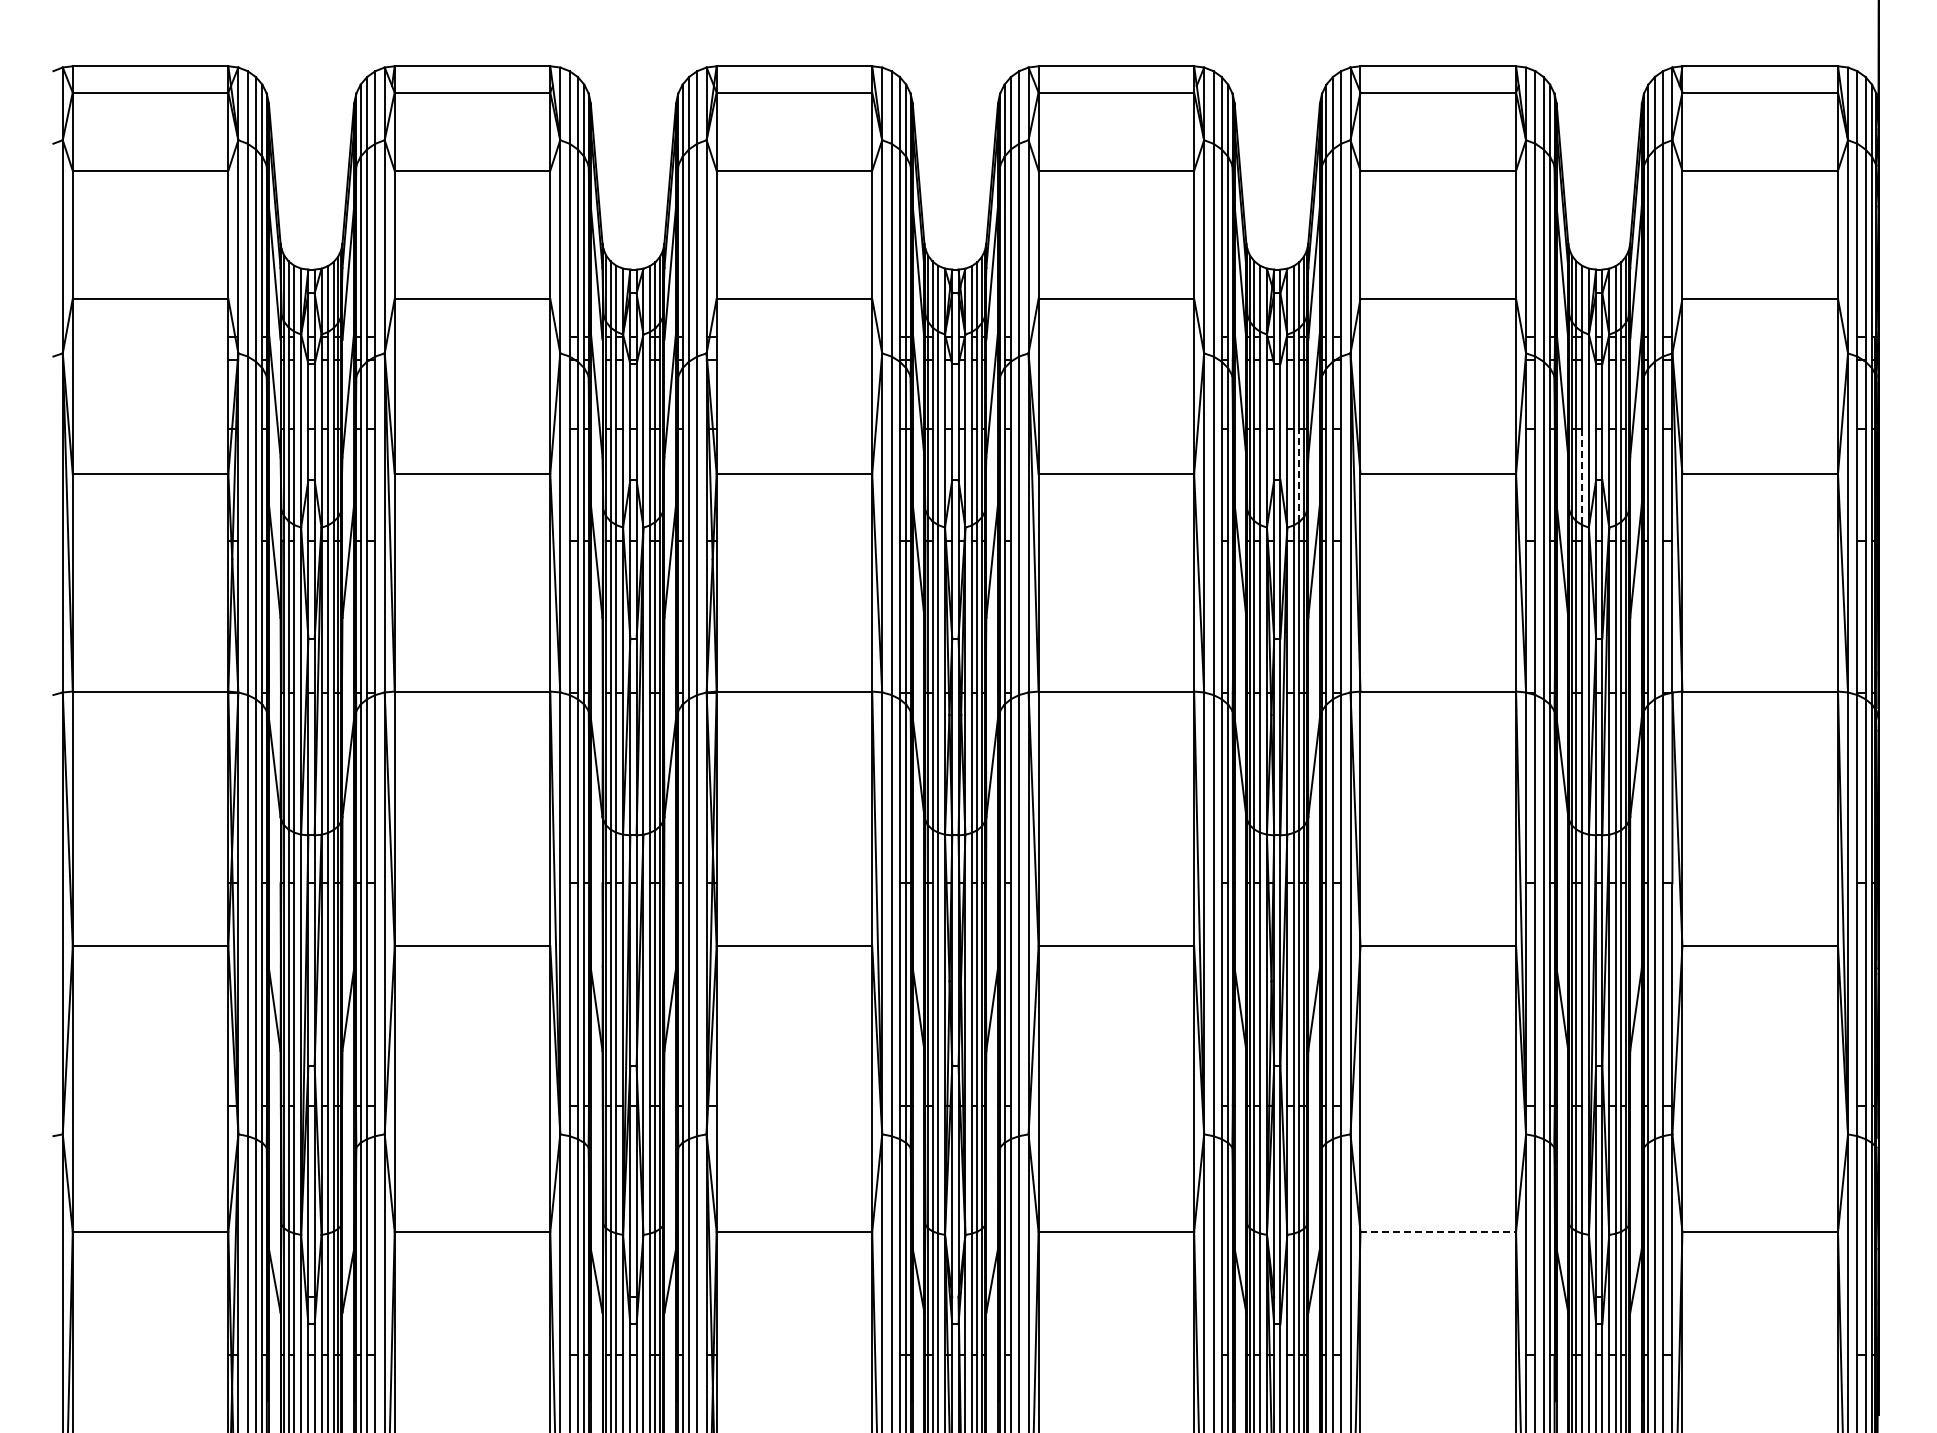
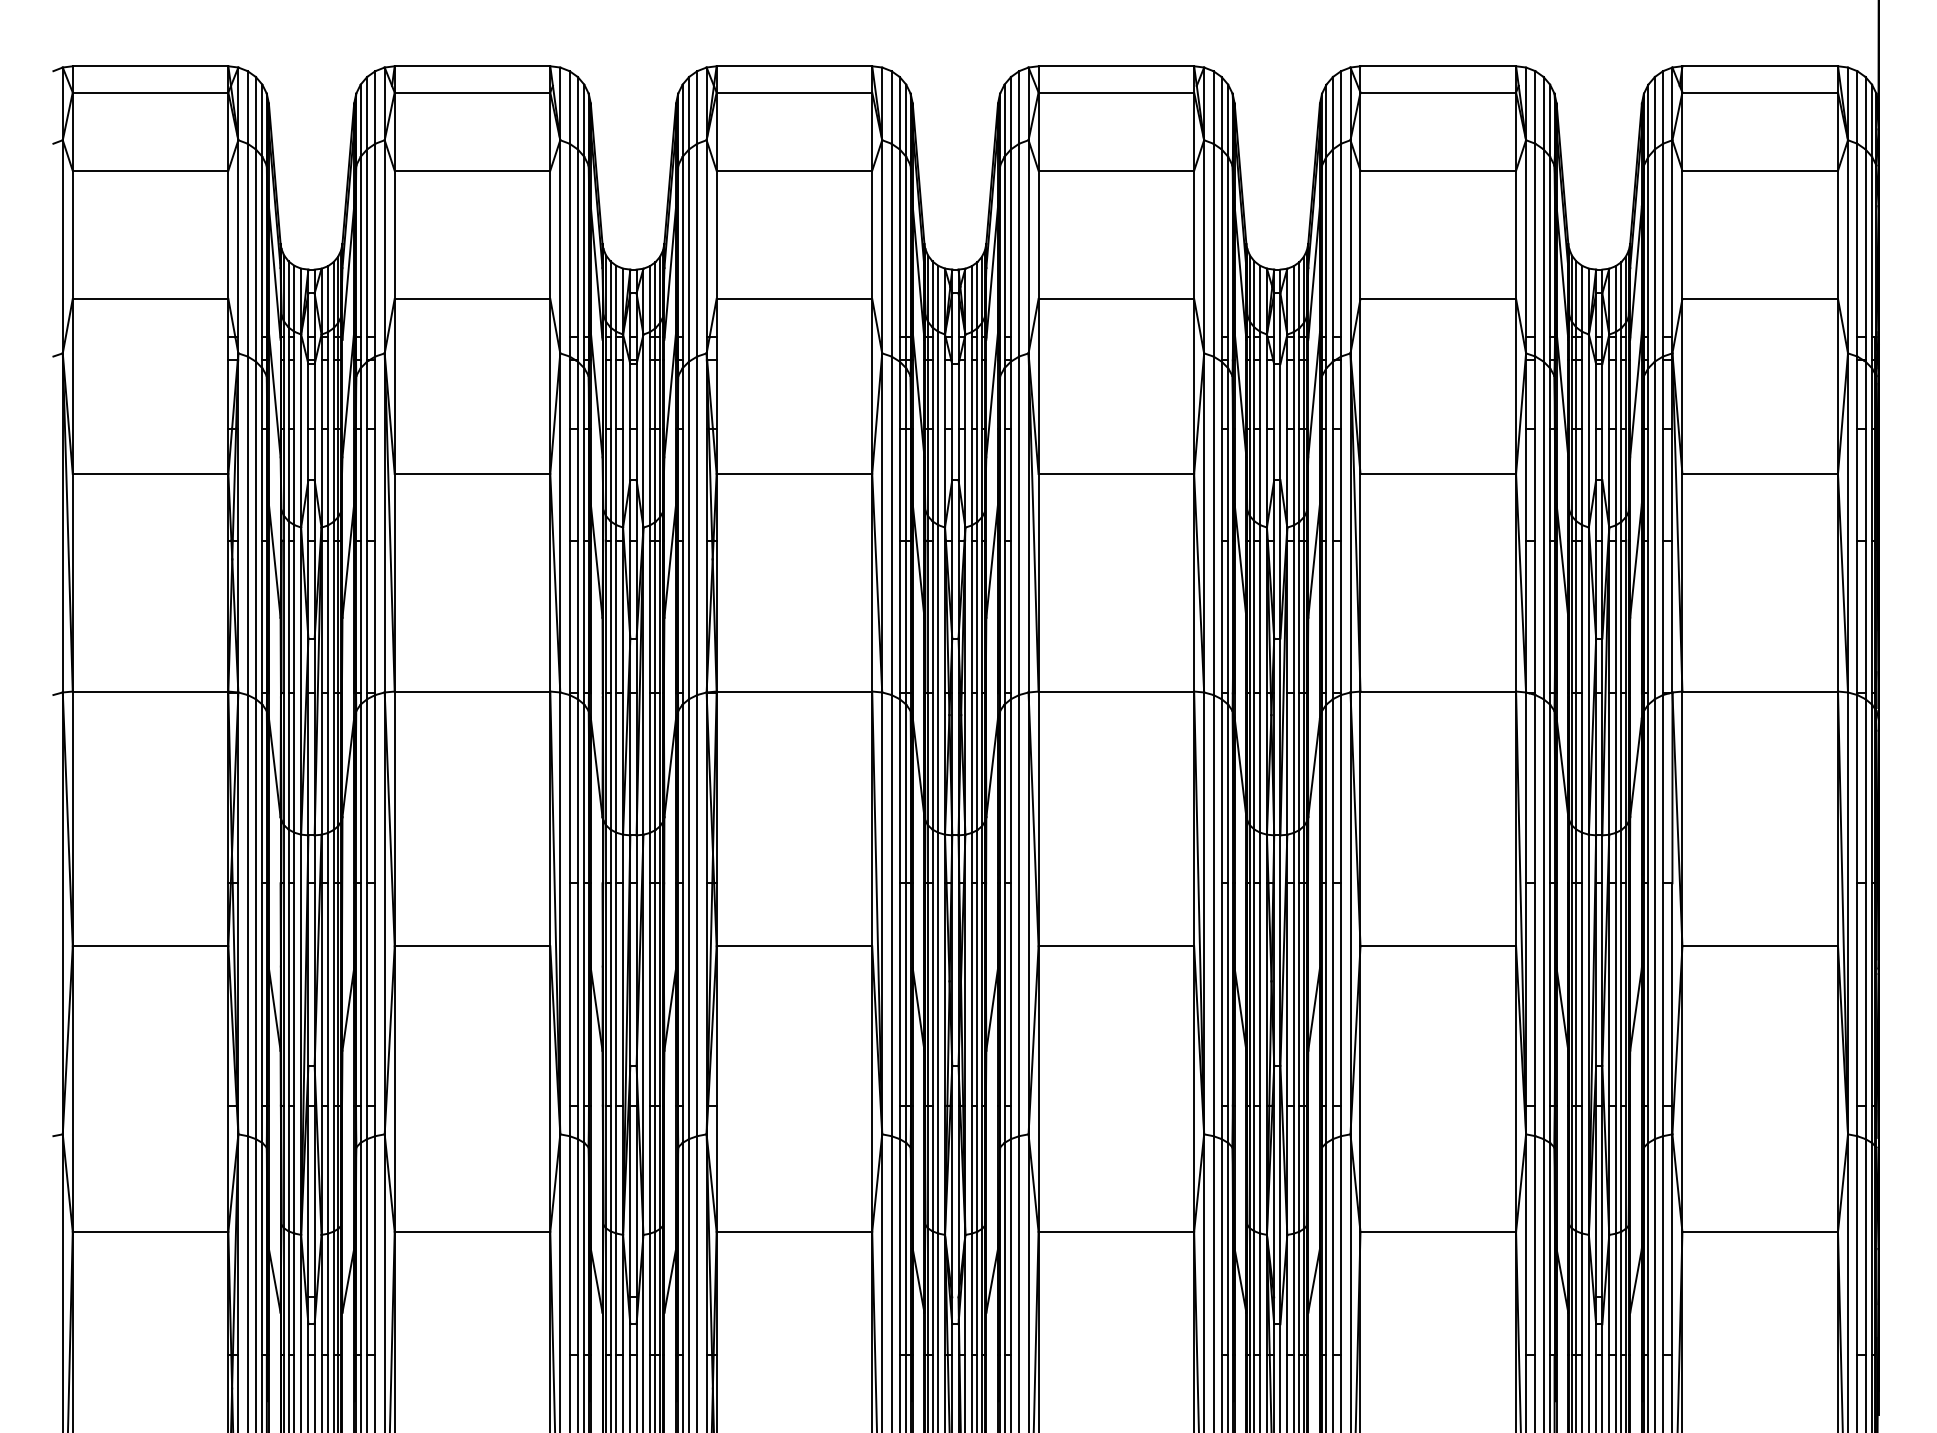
line at (1299, 475): dashed -> solid
line at (1582, 477): dashed -> solid
line at (1438, 1231): dashed -> solid
